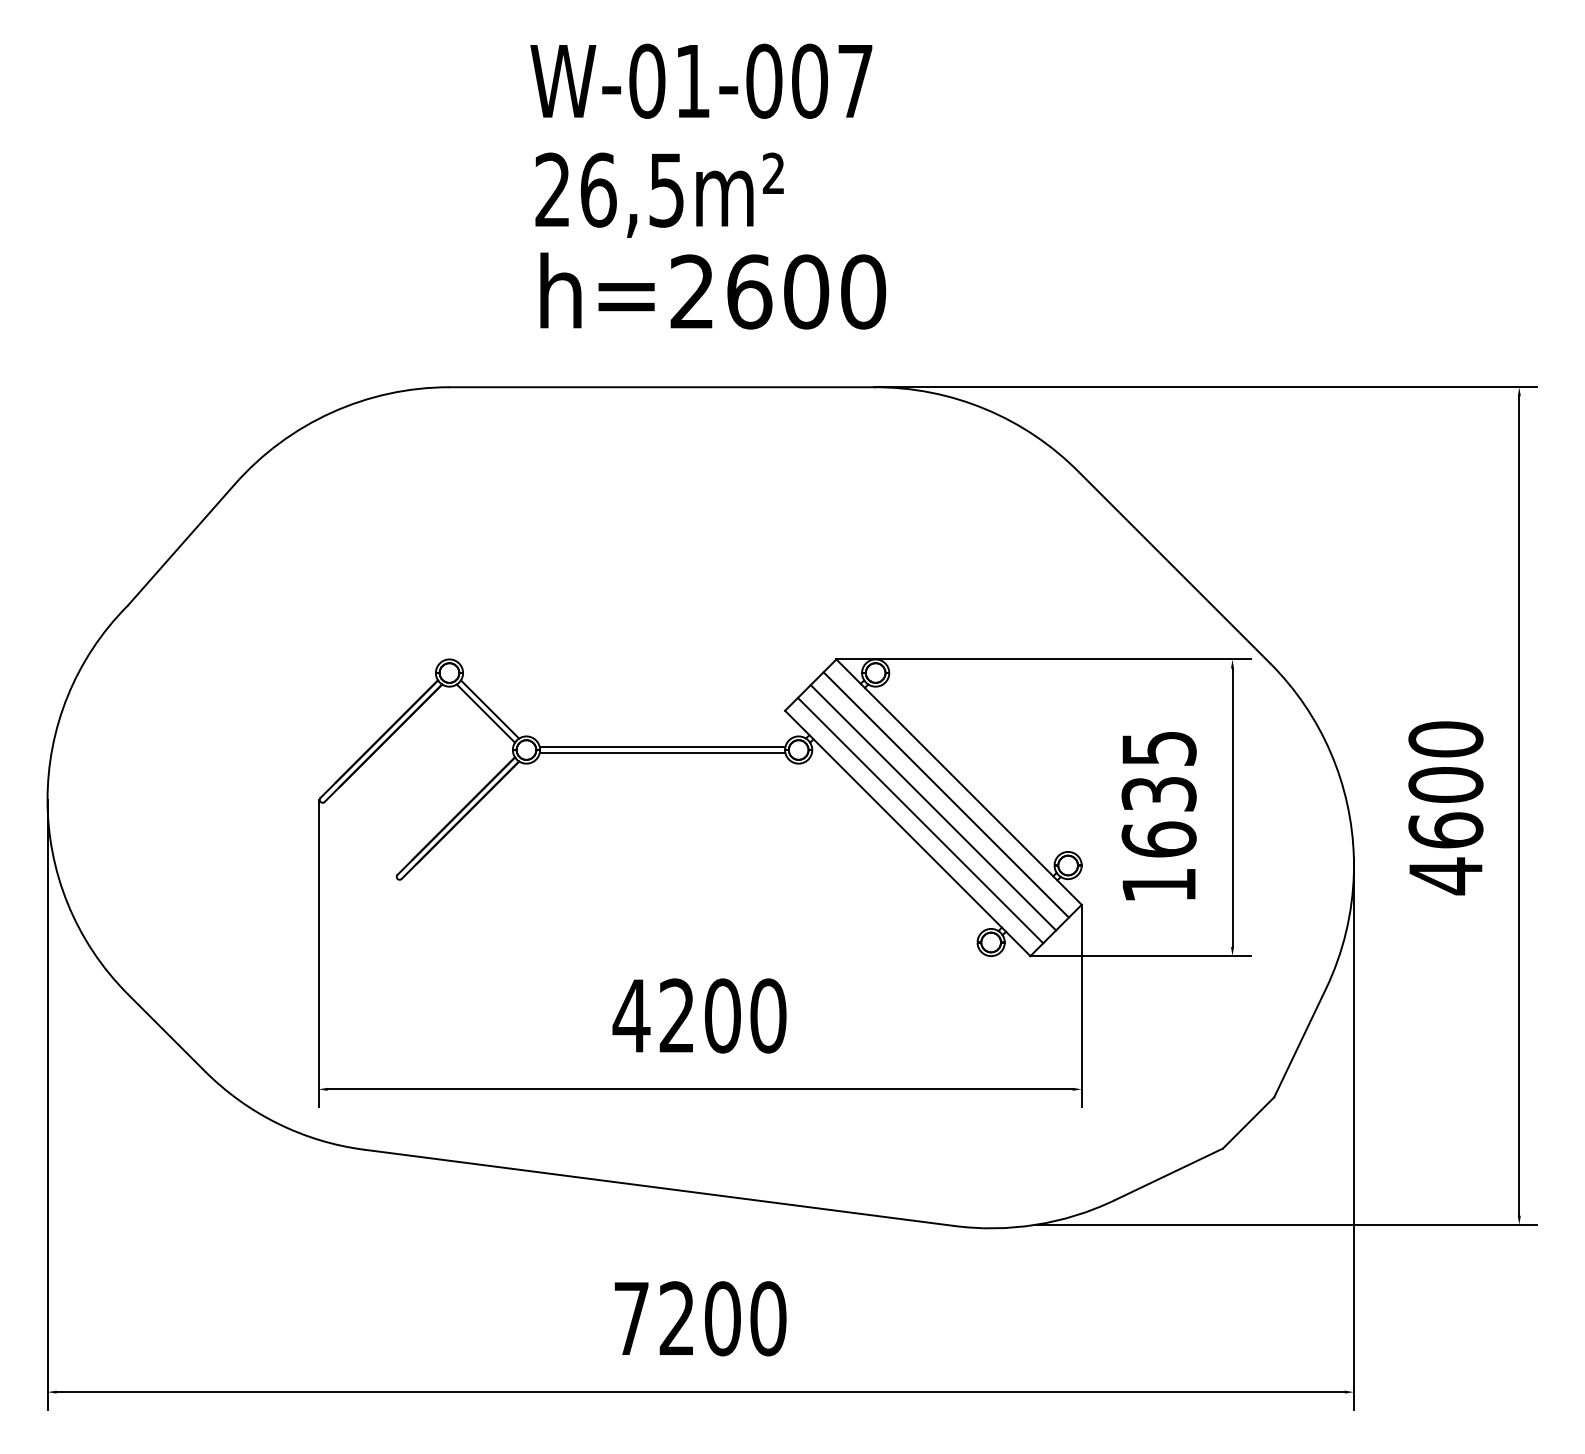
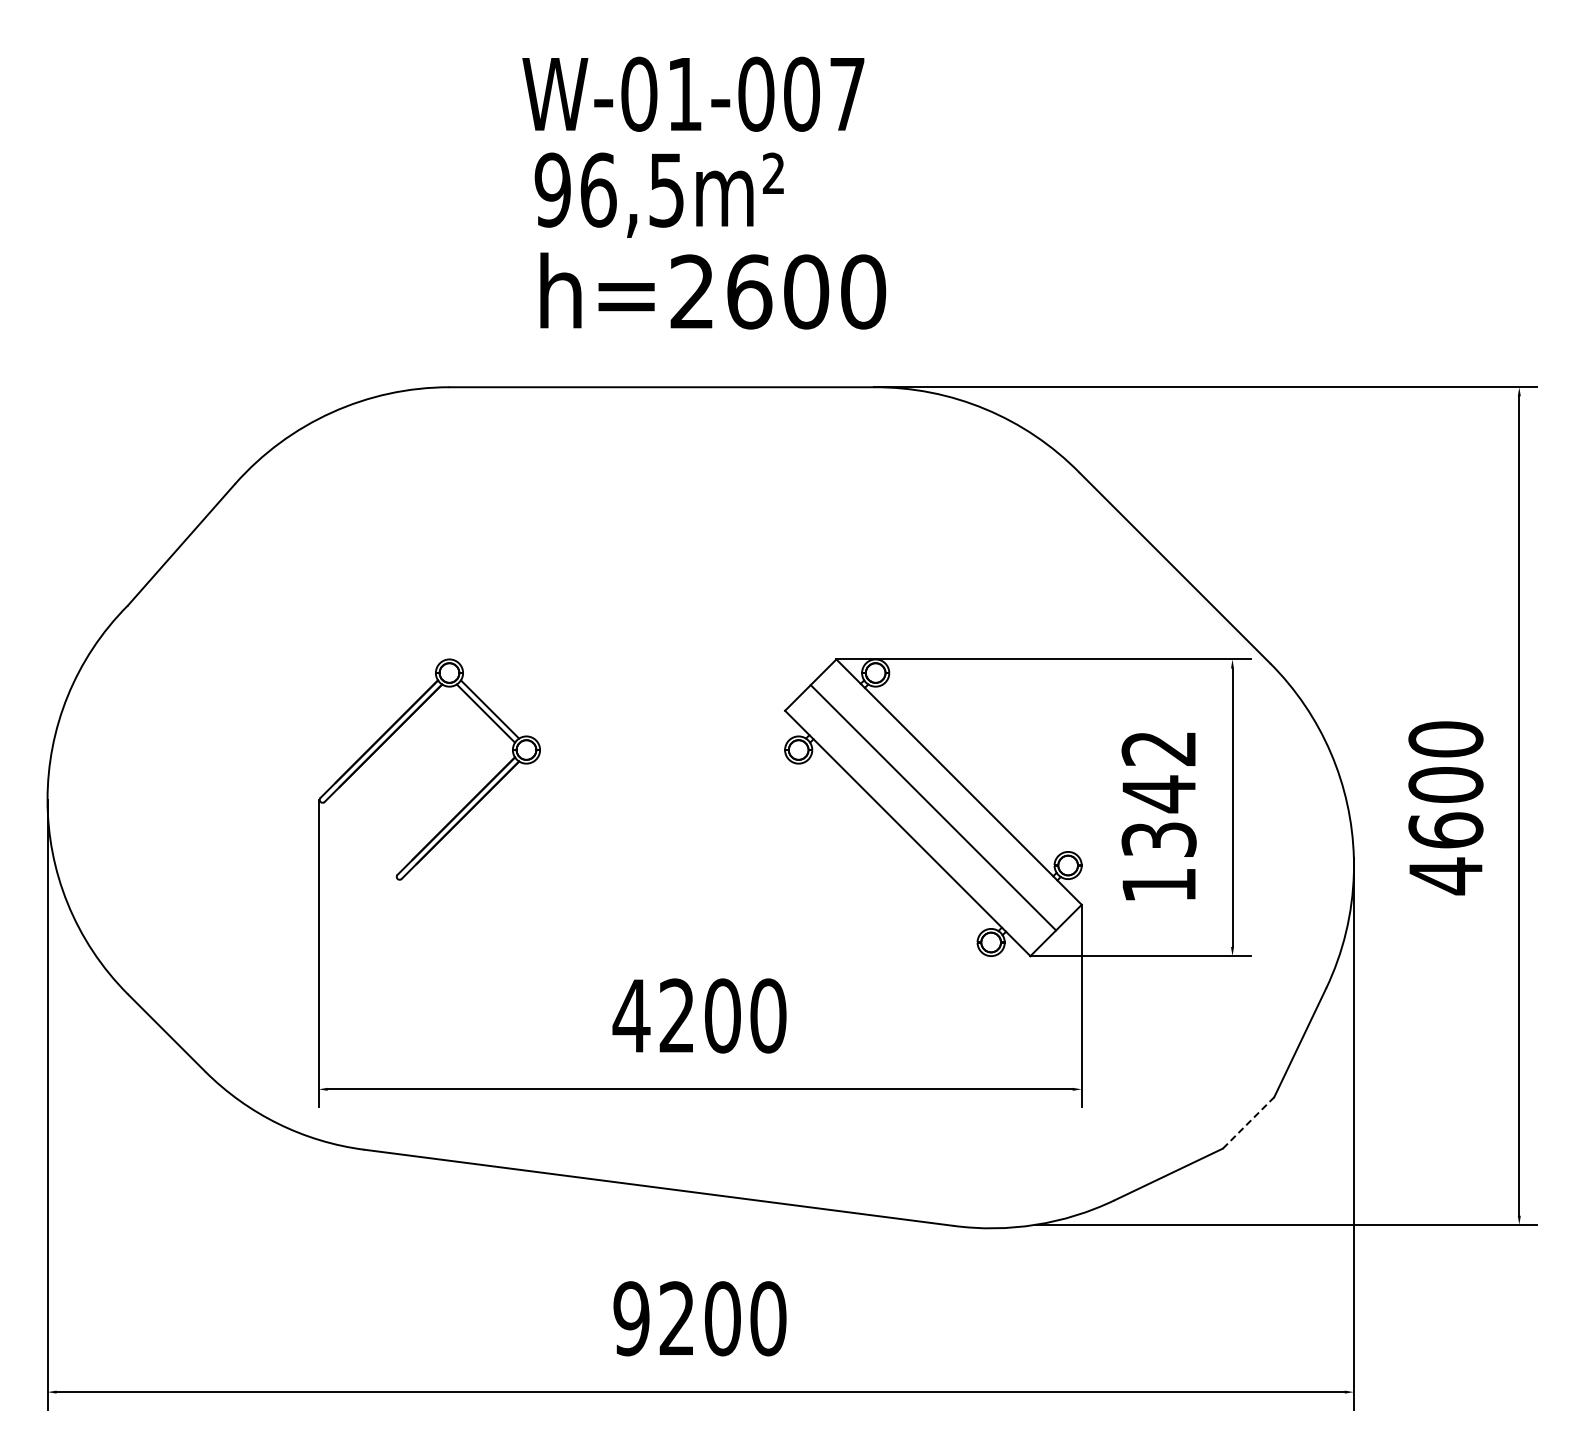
text at (701, 80) position: (701, 80) -> (693, 93)
text at (552, 189): 26,5m² -> 96,5m²
line at (662, 747): present -> none
line at (662, 752): present -> none
line at (945, 794): present -> none
text at (1158, 794): 1635 -> 1342
line at (920, 820): present -> none
line at (1248, 1122): solid -> dashed
text at (631, 1318): 7200 -> 9200
